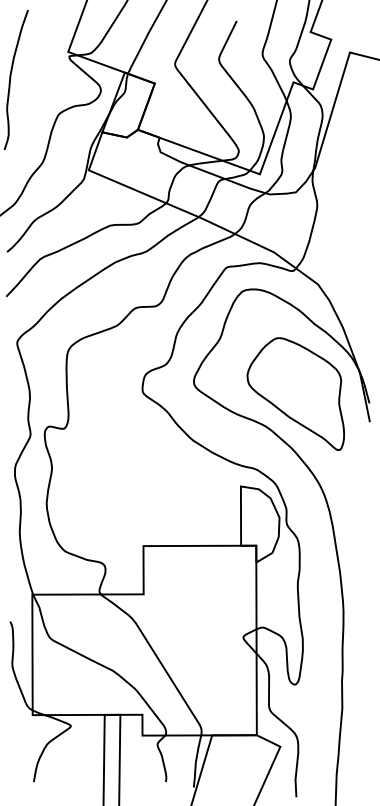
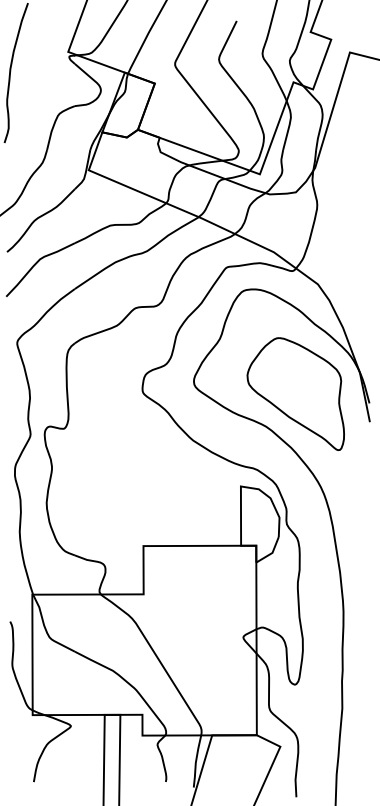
curve at (11, 78) position: (11, 78) -> (11, 71)
